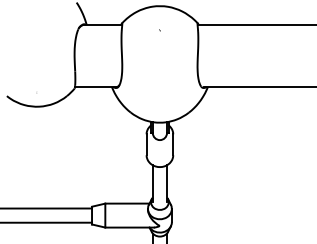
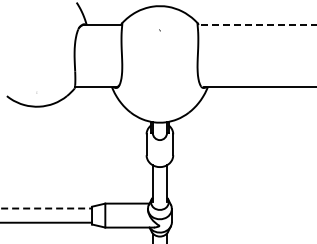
line at (257, 24): solid -> dashed
line at (46, 208): solid -> dashed
